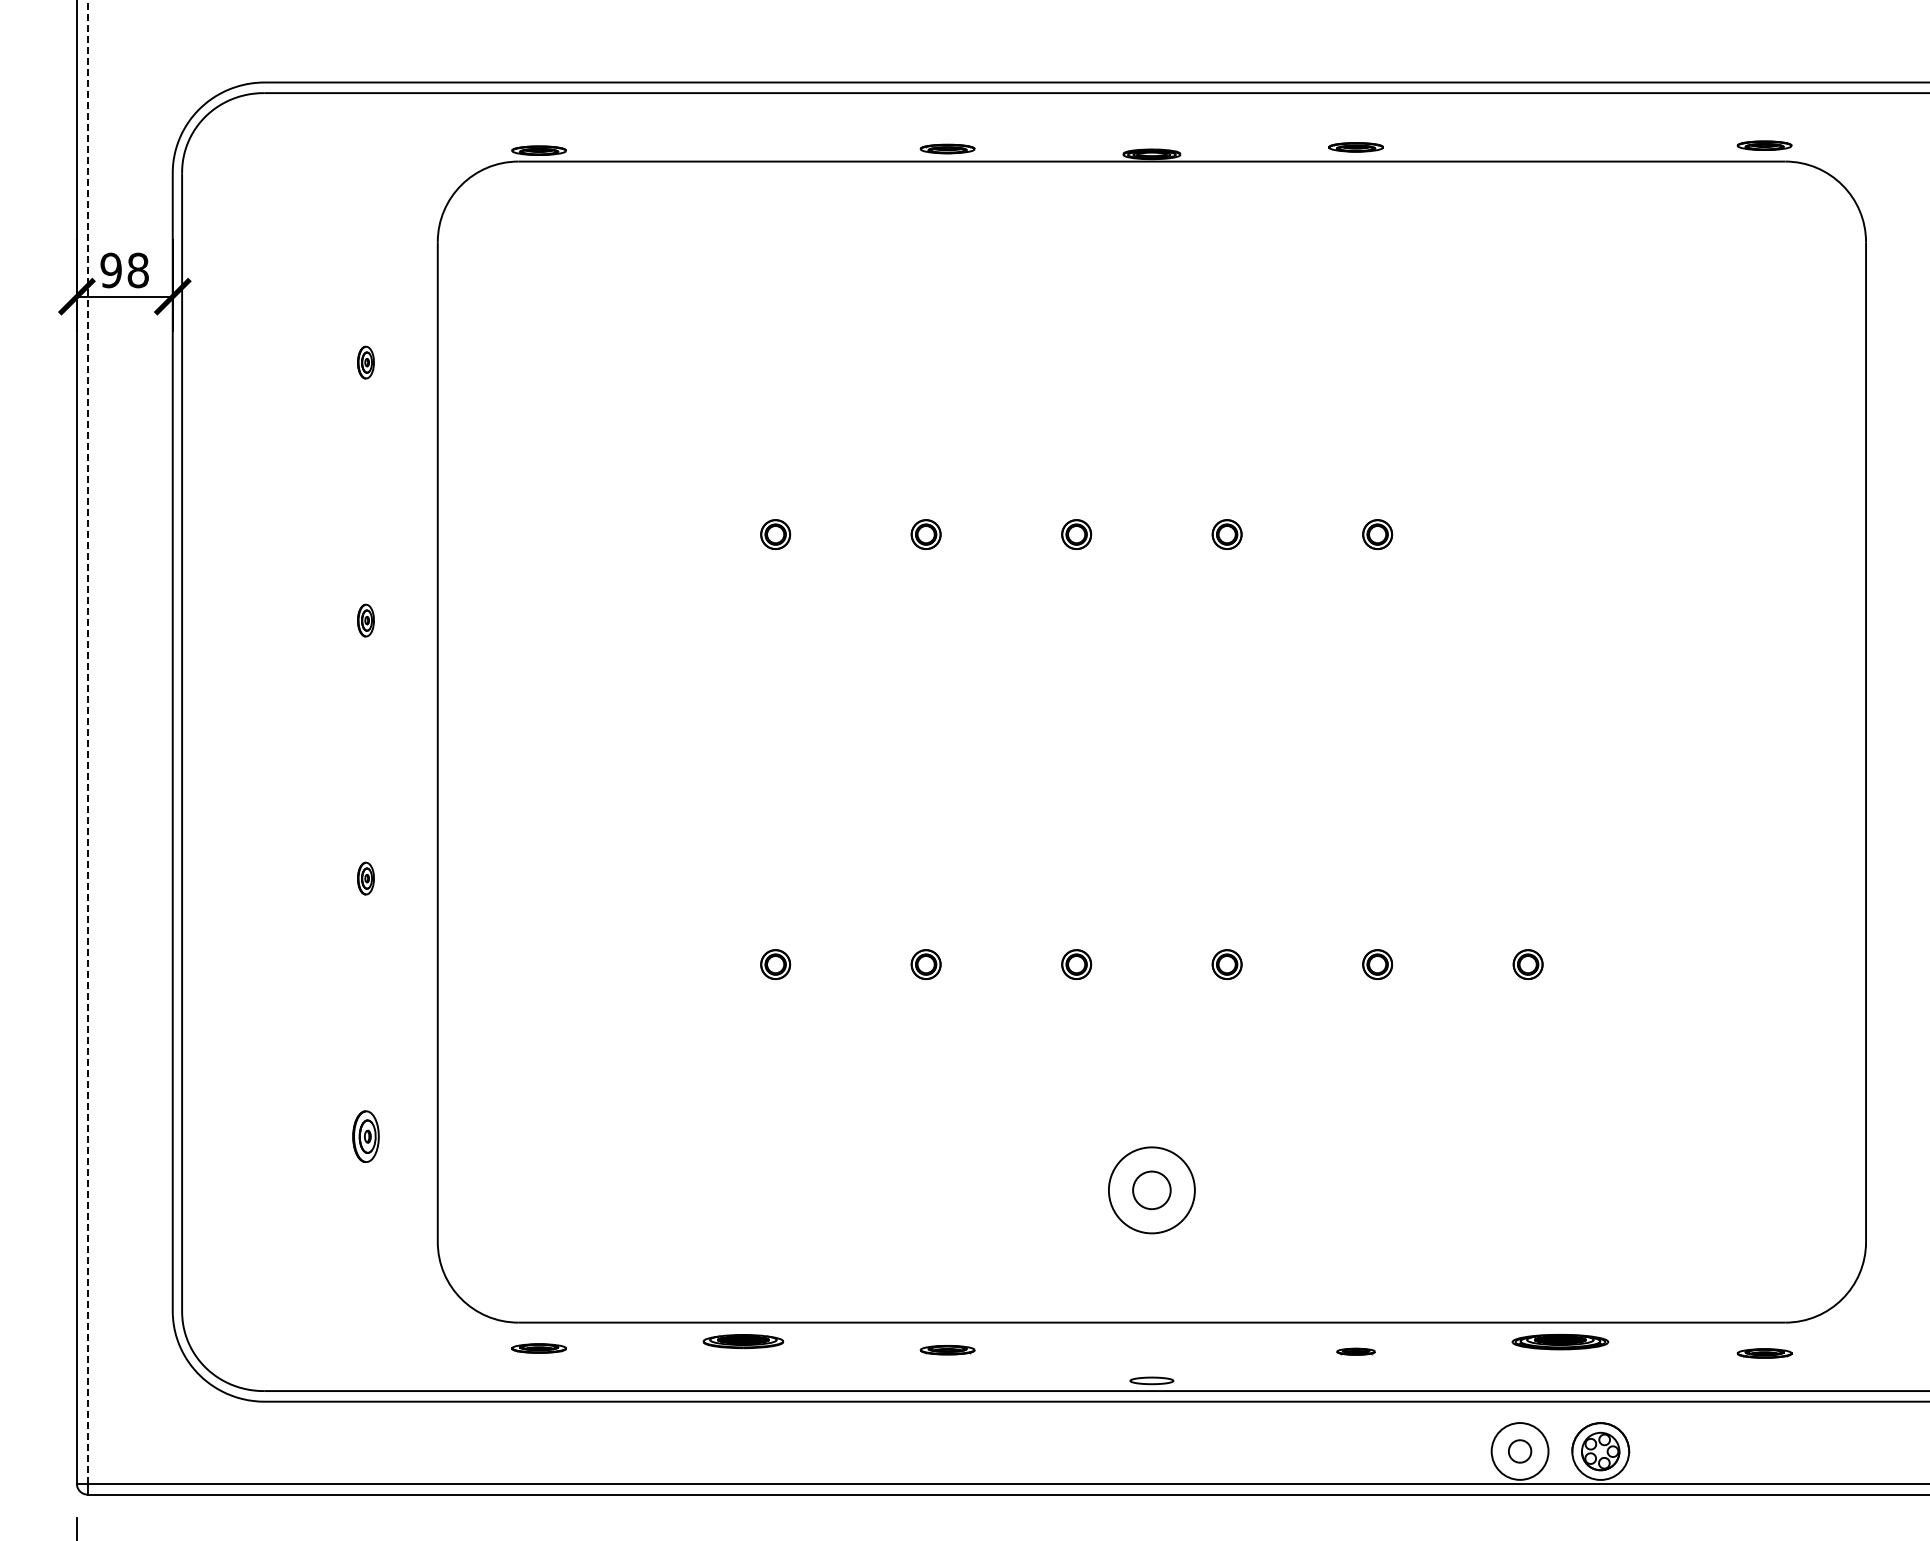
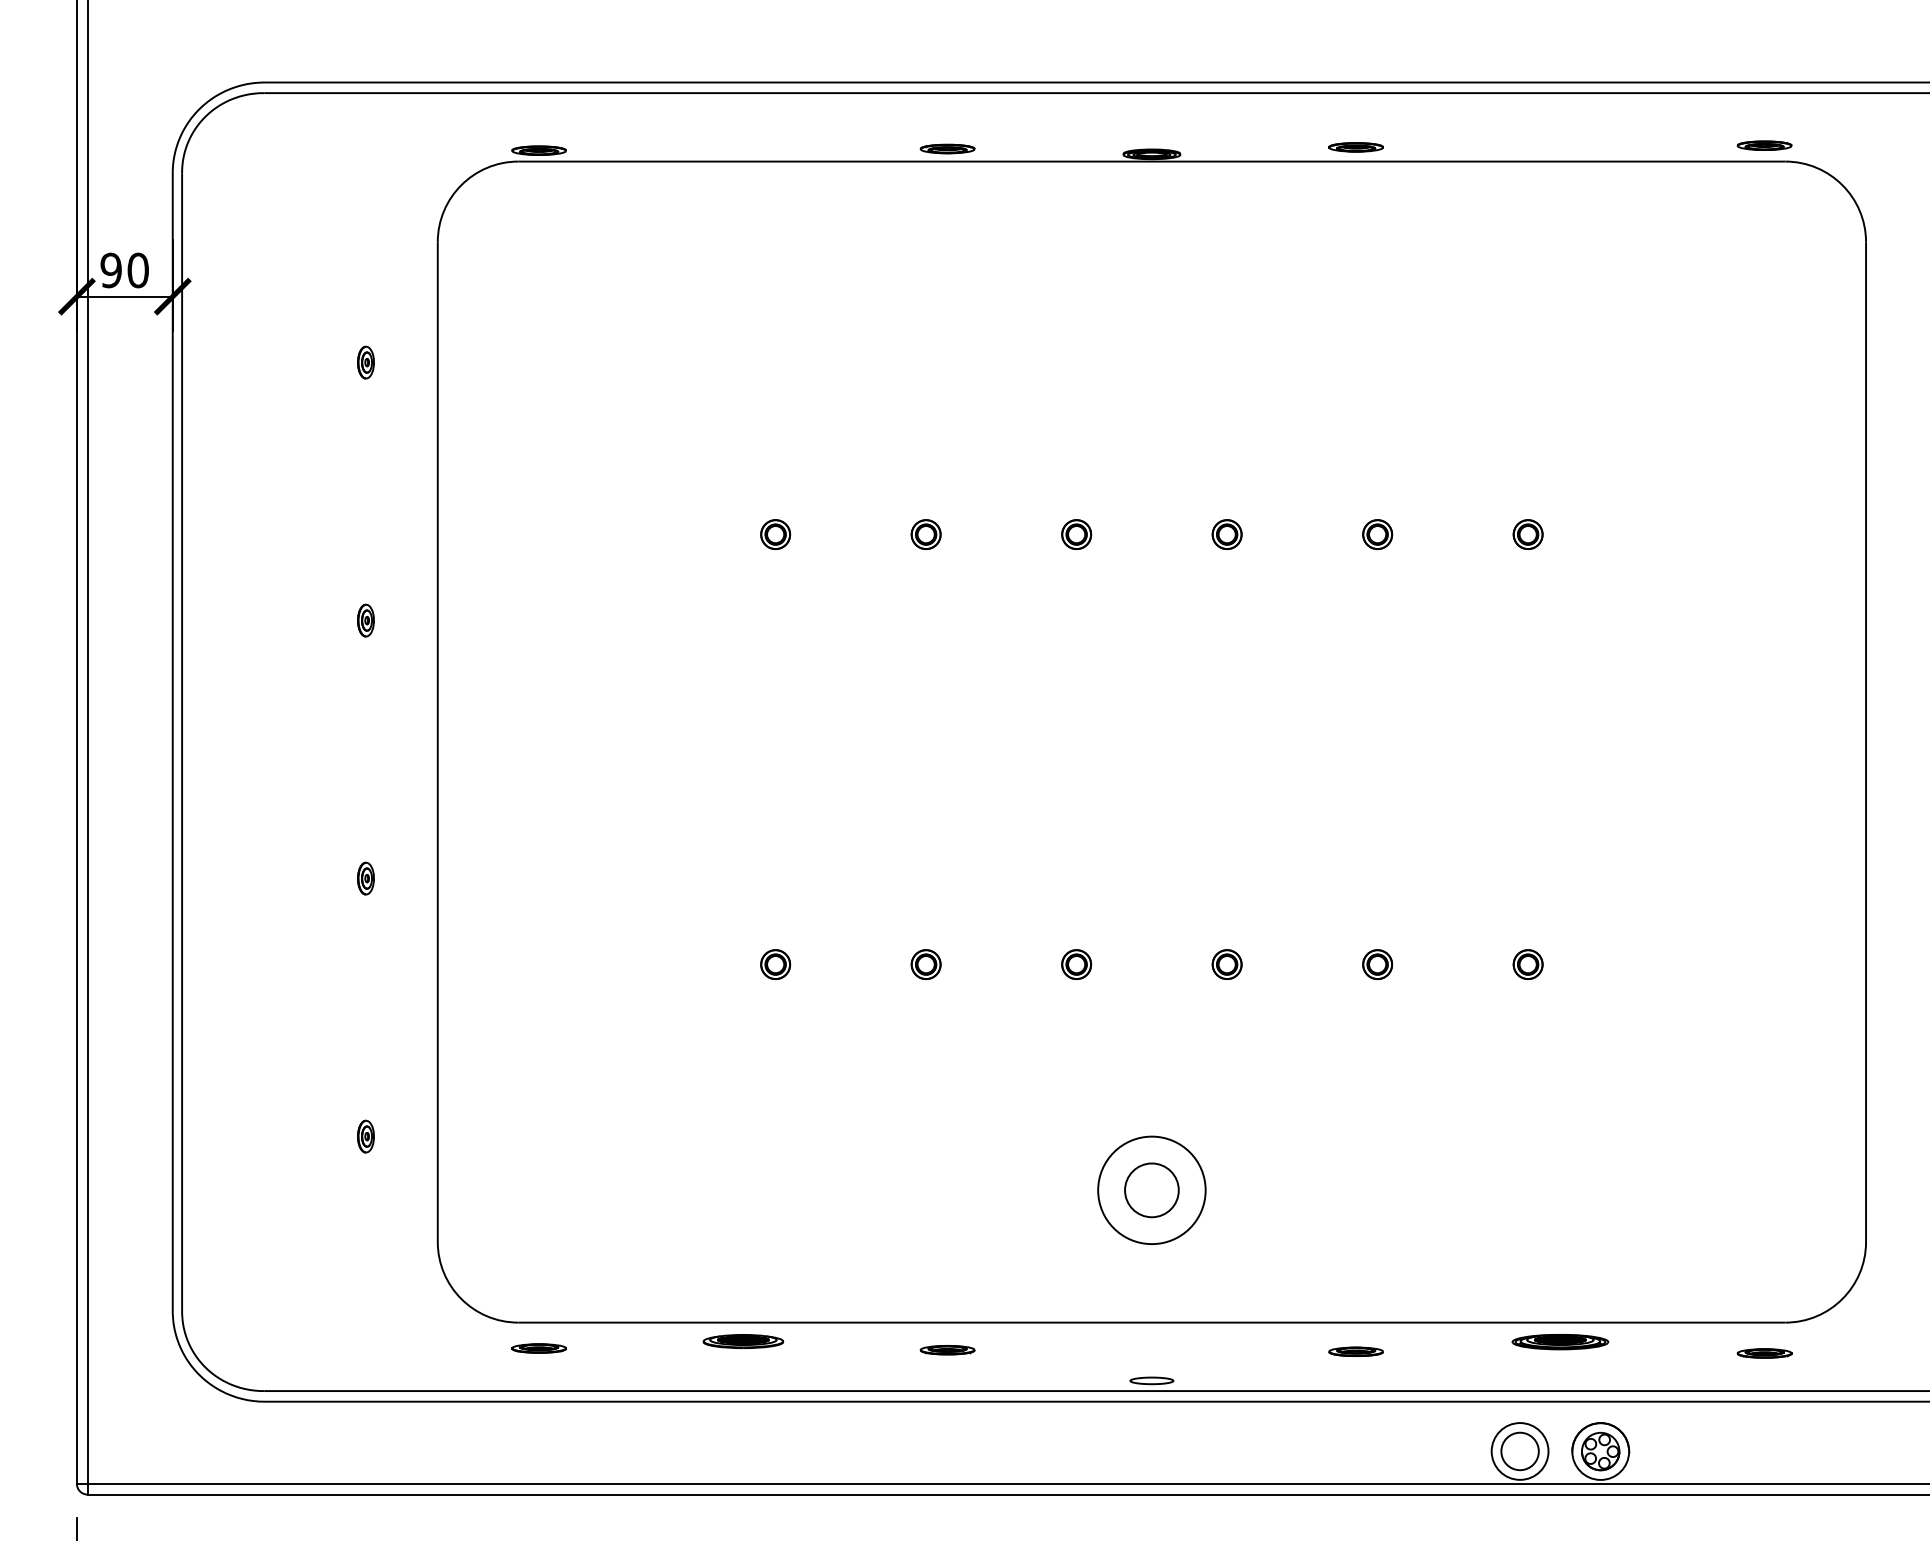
text at (137, 270): 98 -> 90
part at (1527, 534): none -> present
line at (87, 742): dashed -> solid
part at (365, 1136) size: 28x53 px -> 18x35 px
circle at (1151, 1190) diameter: 38 px -> 54 px
circle at (1151, 1190) diameter: 86 px -> 107 px
part at (1355, 1351) size: 40x9 px -> 56x11 px
circle at (1519, 1451) diameter: 22 px -> 37 px
